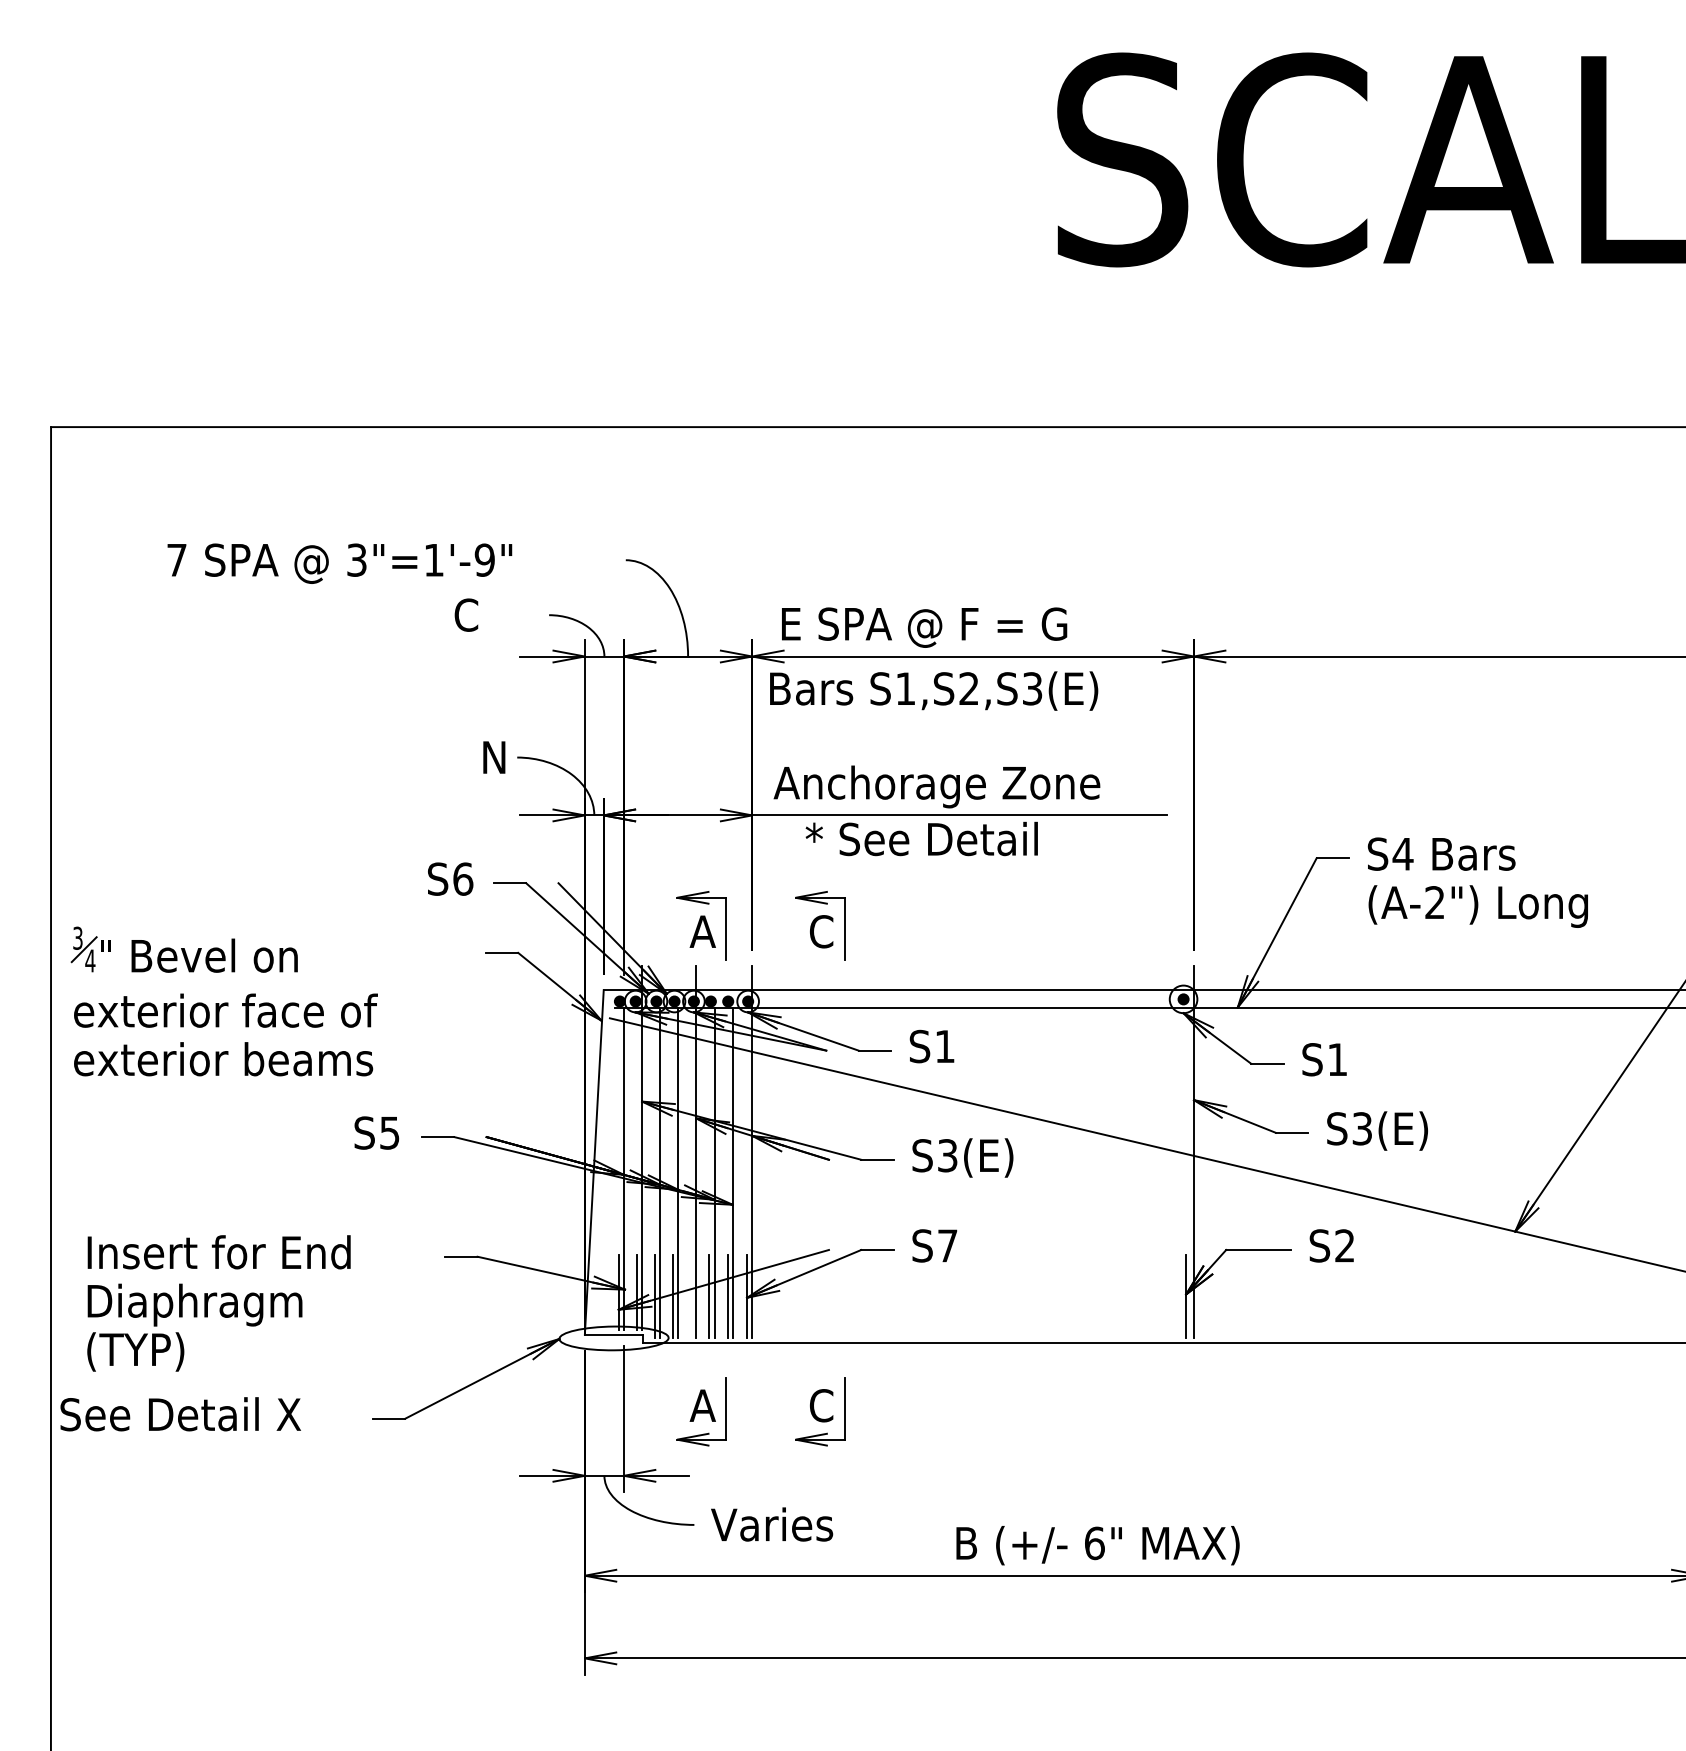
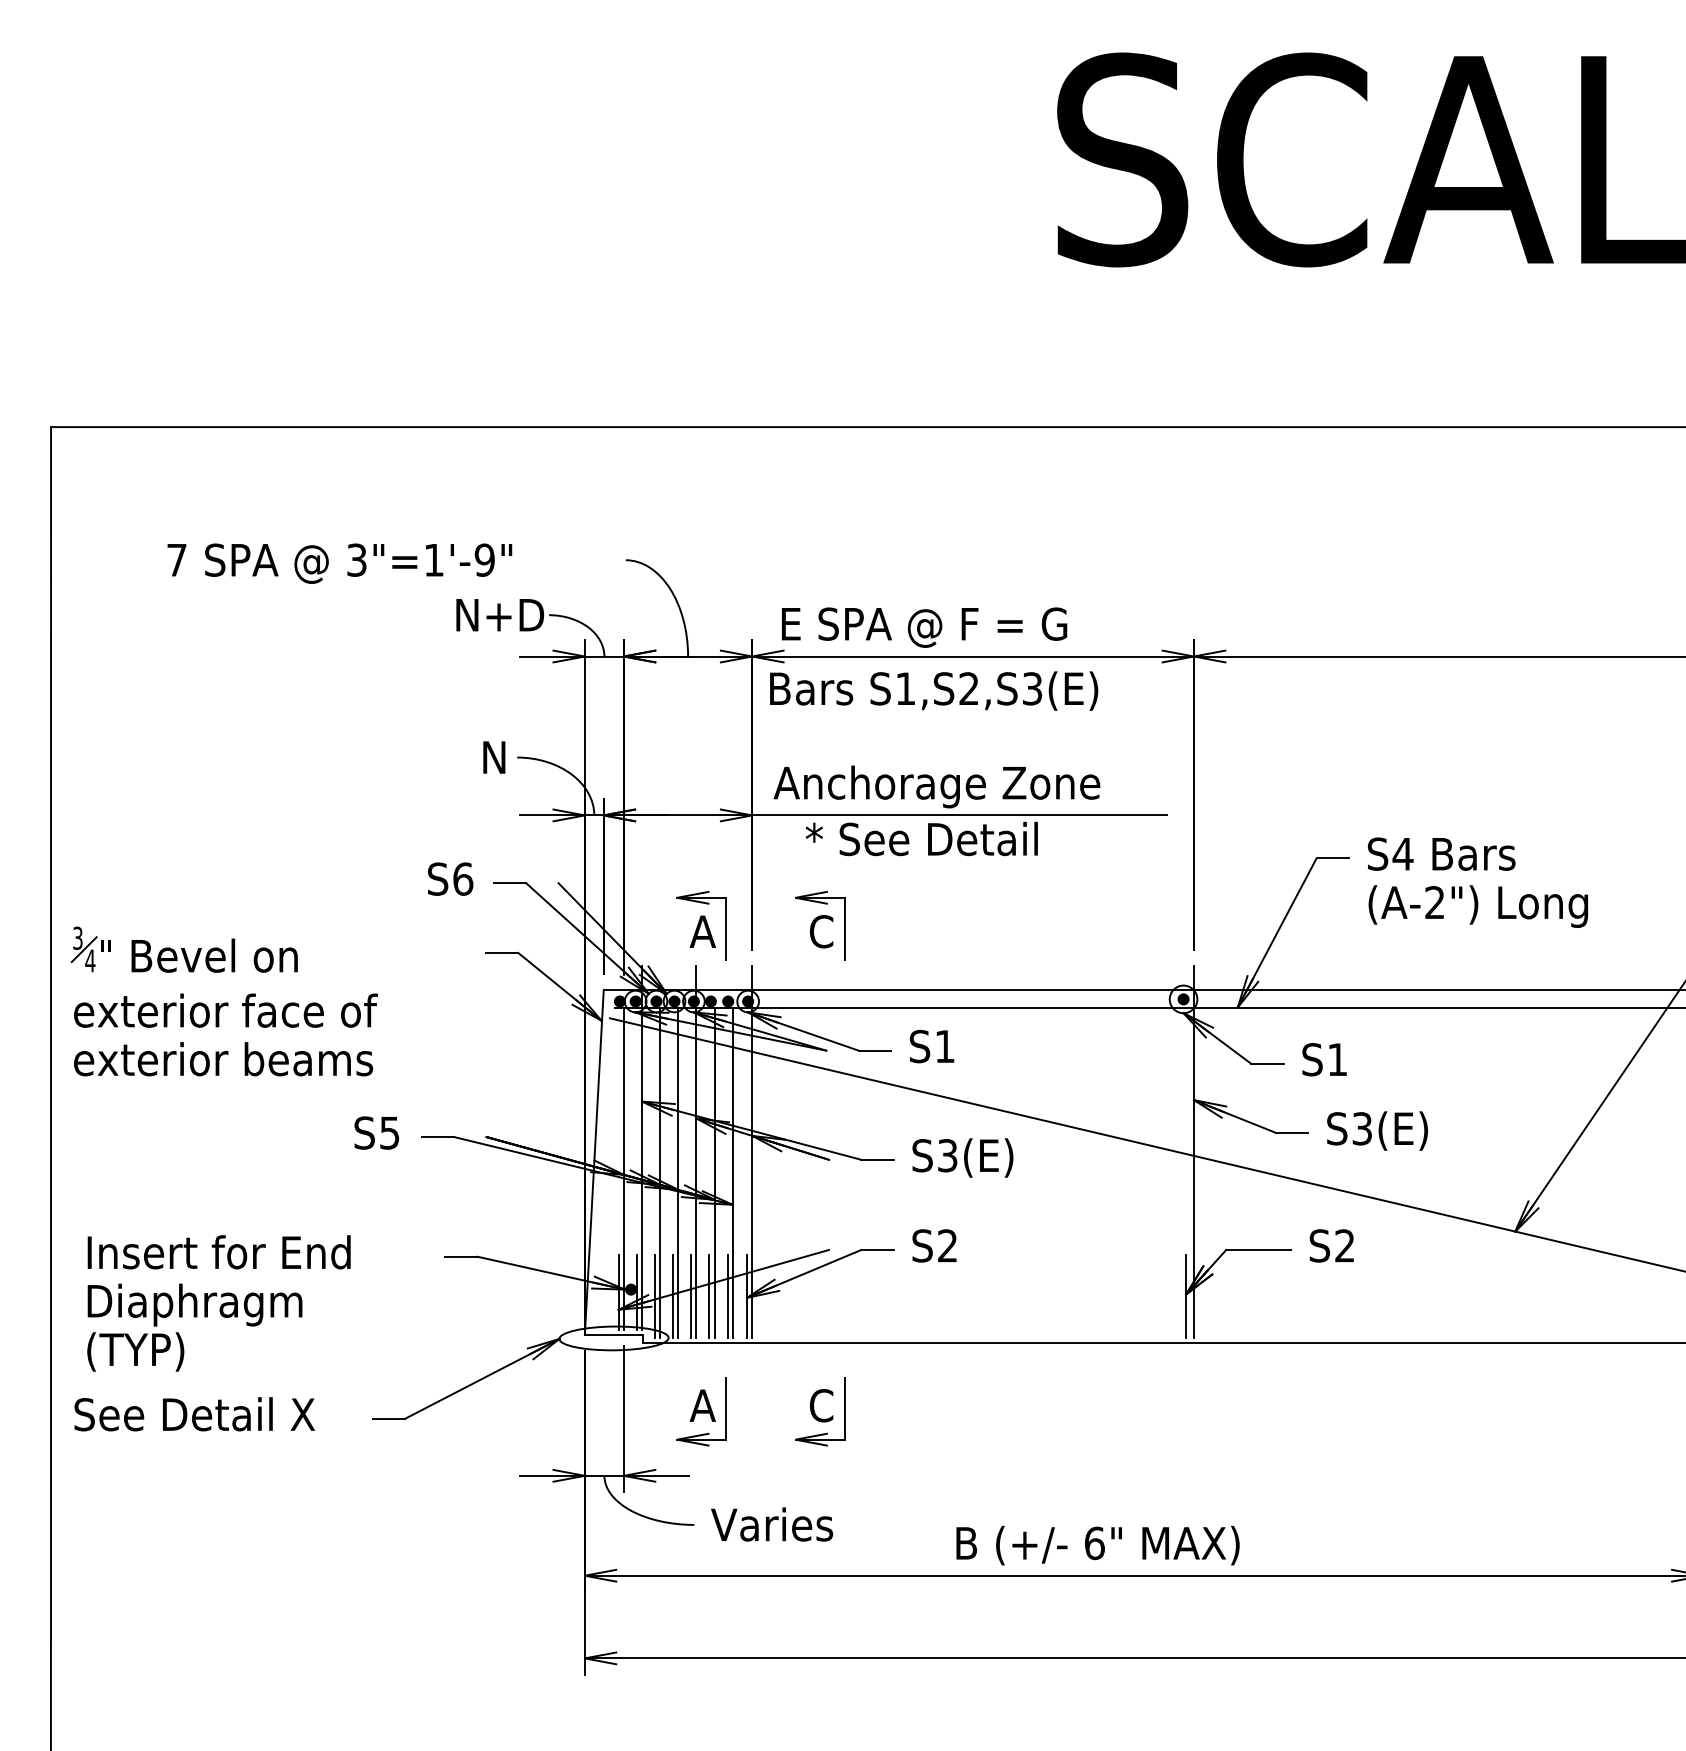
text at (499, 614): C -> N+D
text at (947, 1245): S7 -> S2
fill at (631, 1289): none -> present
line at (691, 1295): none -> present
text at (180, 1414) position: (180, 1414) -> (194, 1414)
